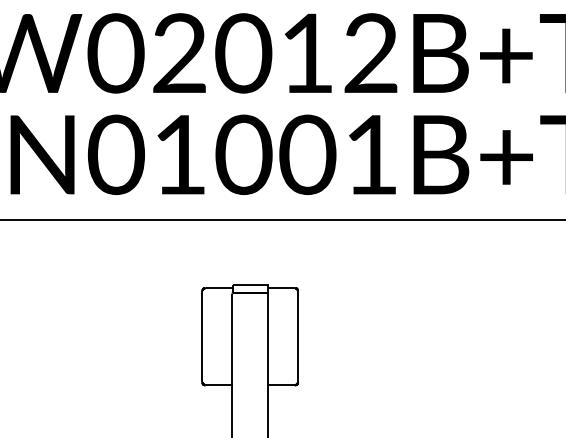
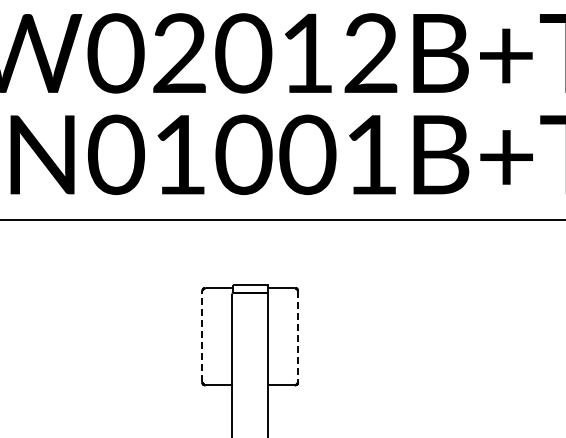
line at (202, 336): solid -> dashed
line at (298, 337): solid -> dashed
